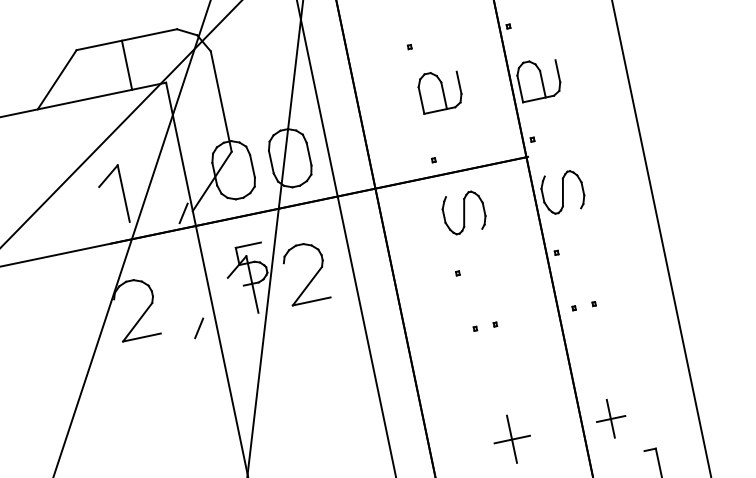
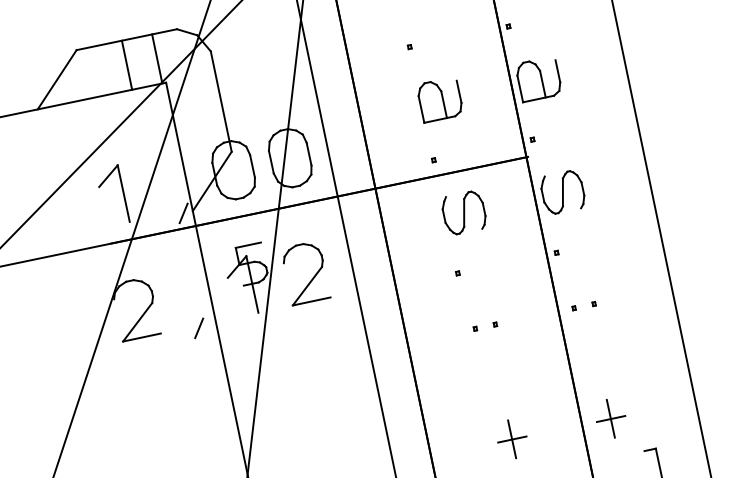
line at (157, 58): none -> present
part at (439, 92) position: (439, 92) -> (439, 101)
part at (511, 438) size: 38x50 px -> 31x41 px
